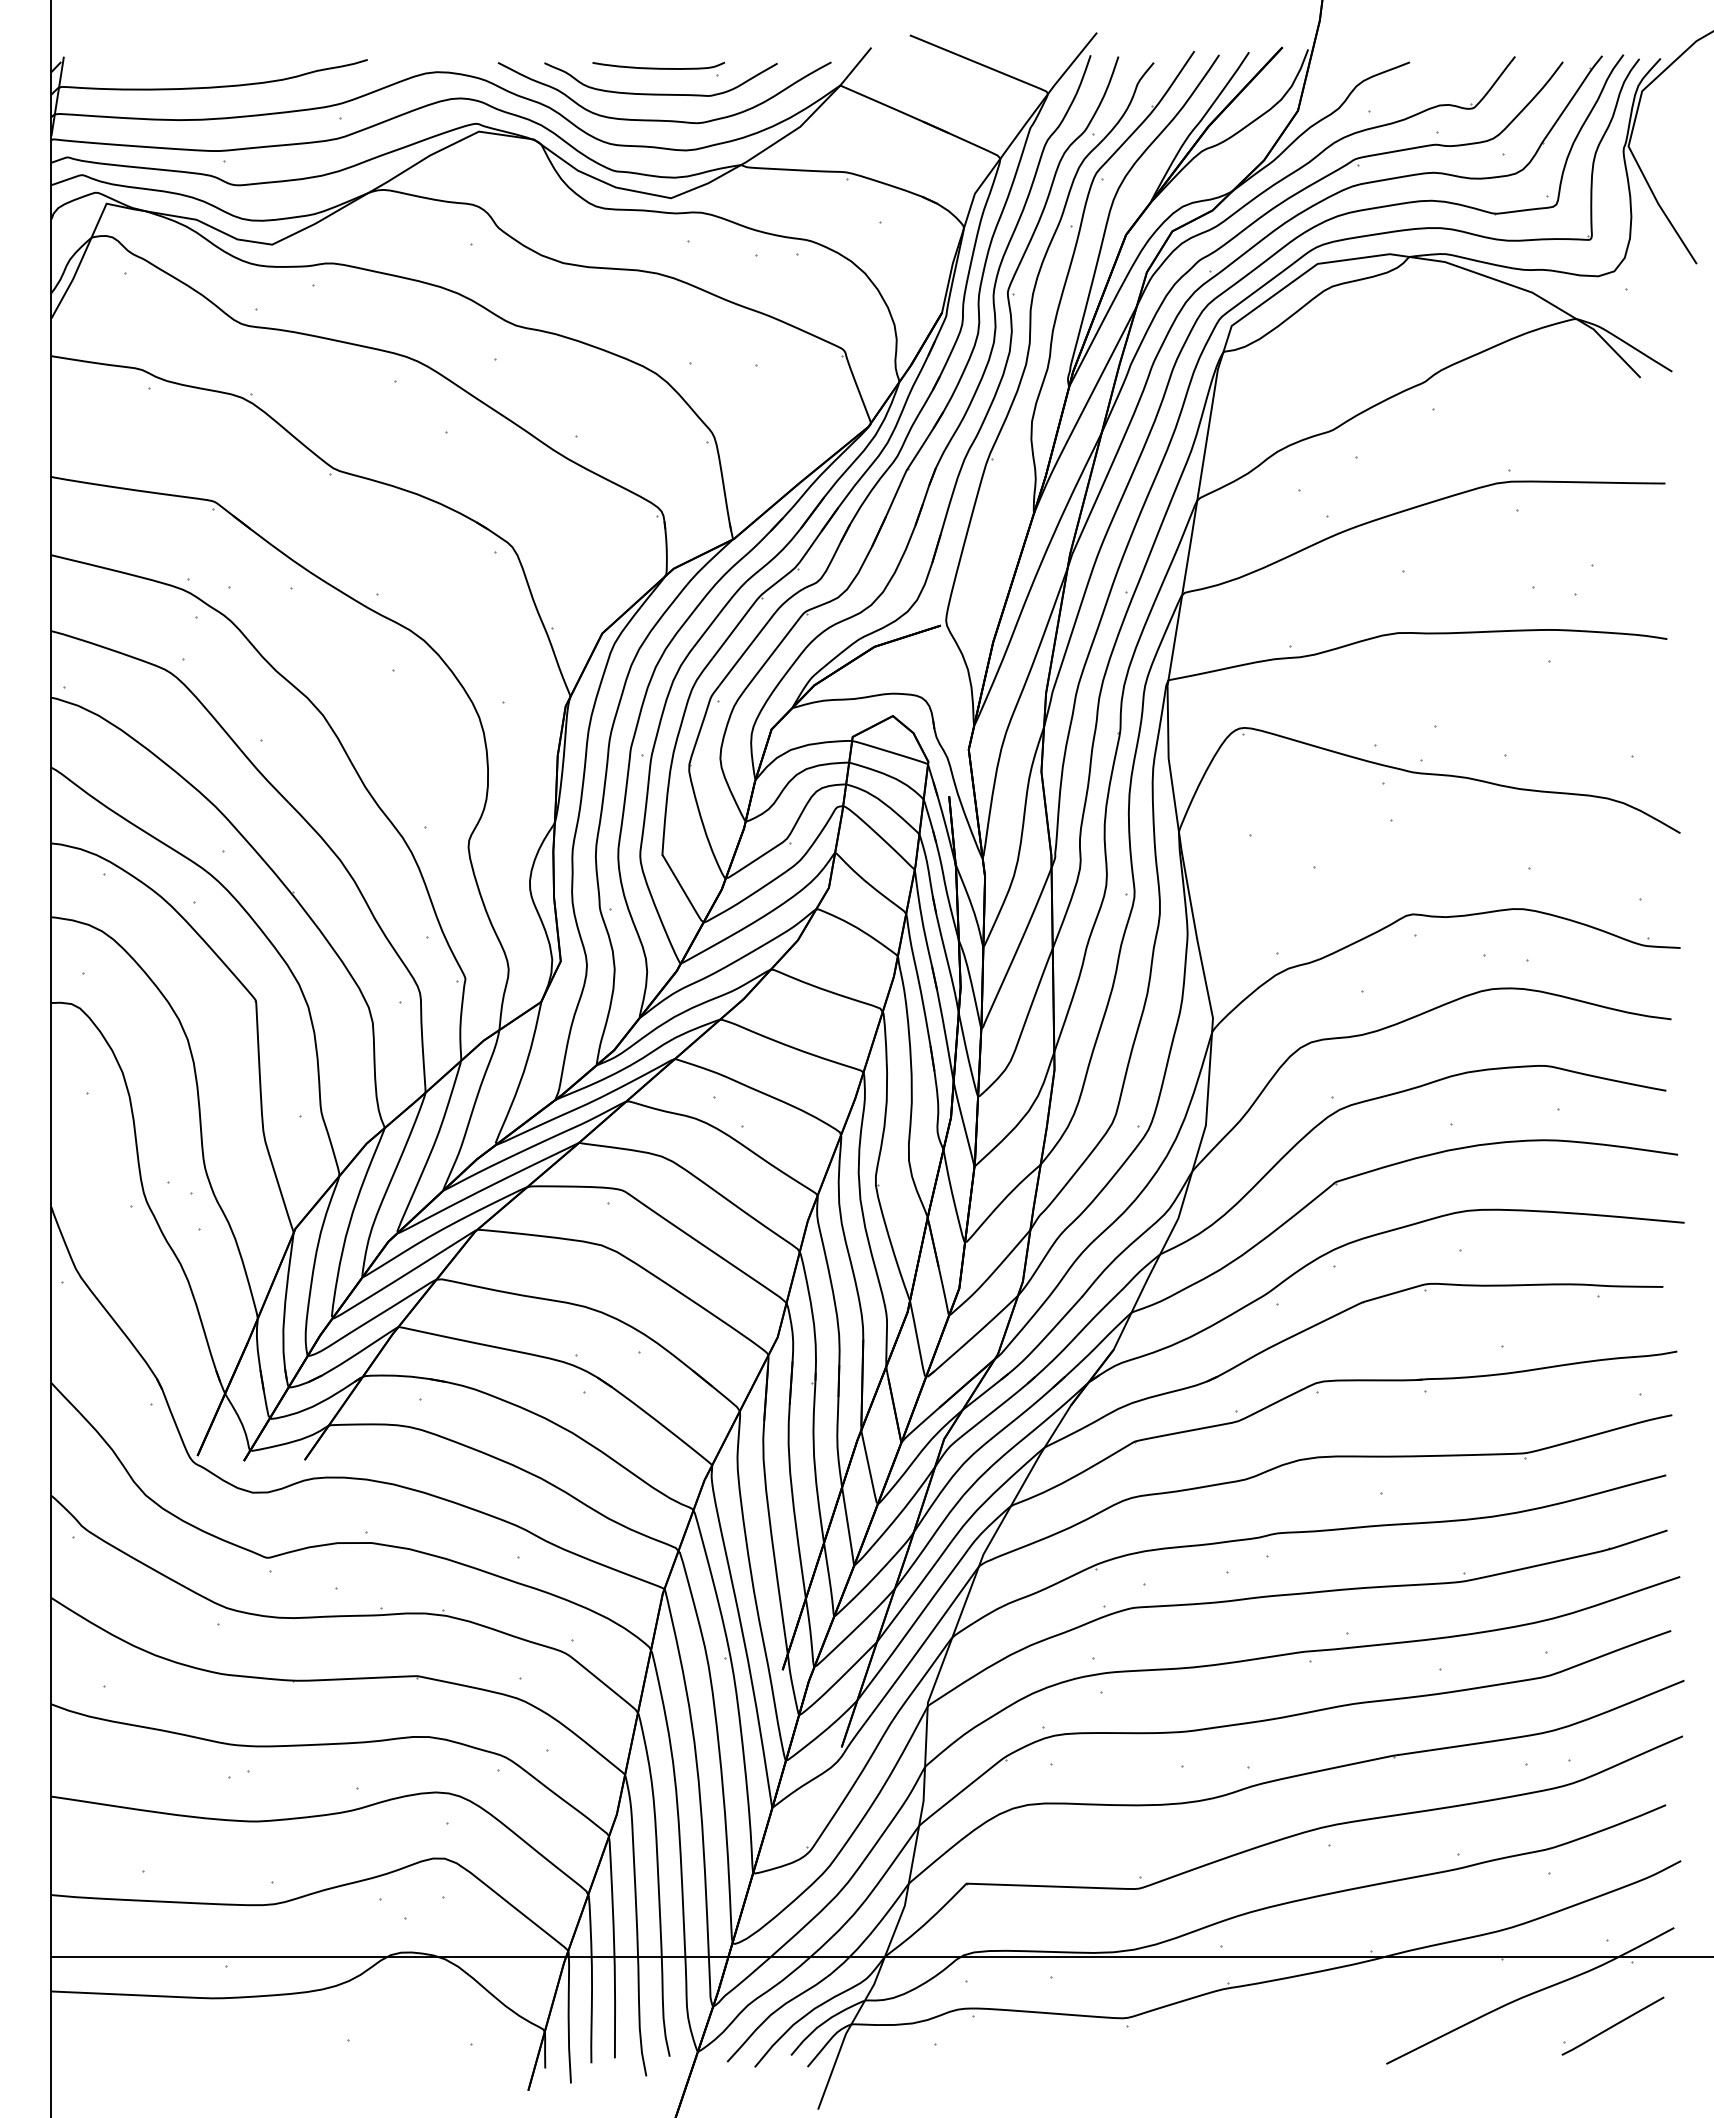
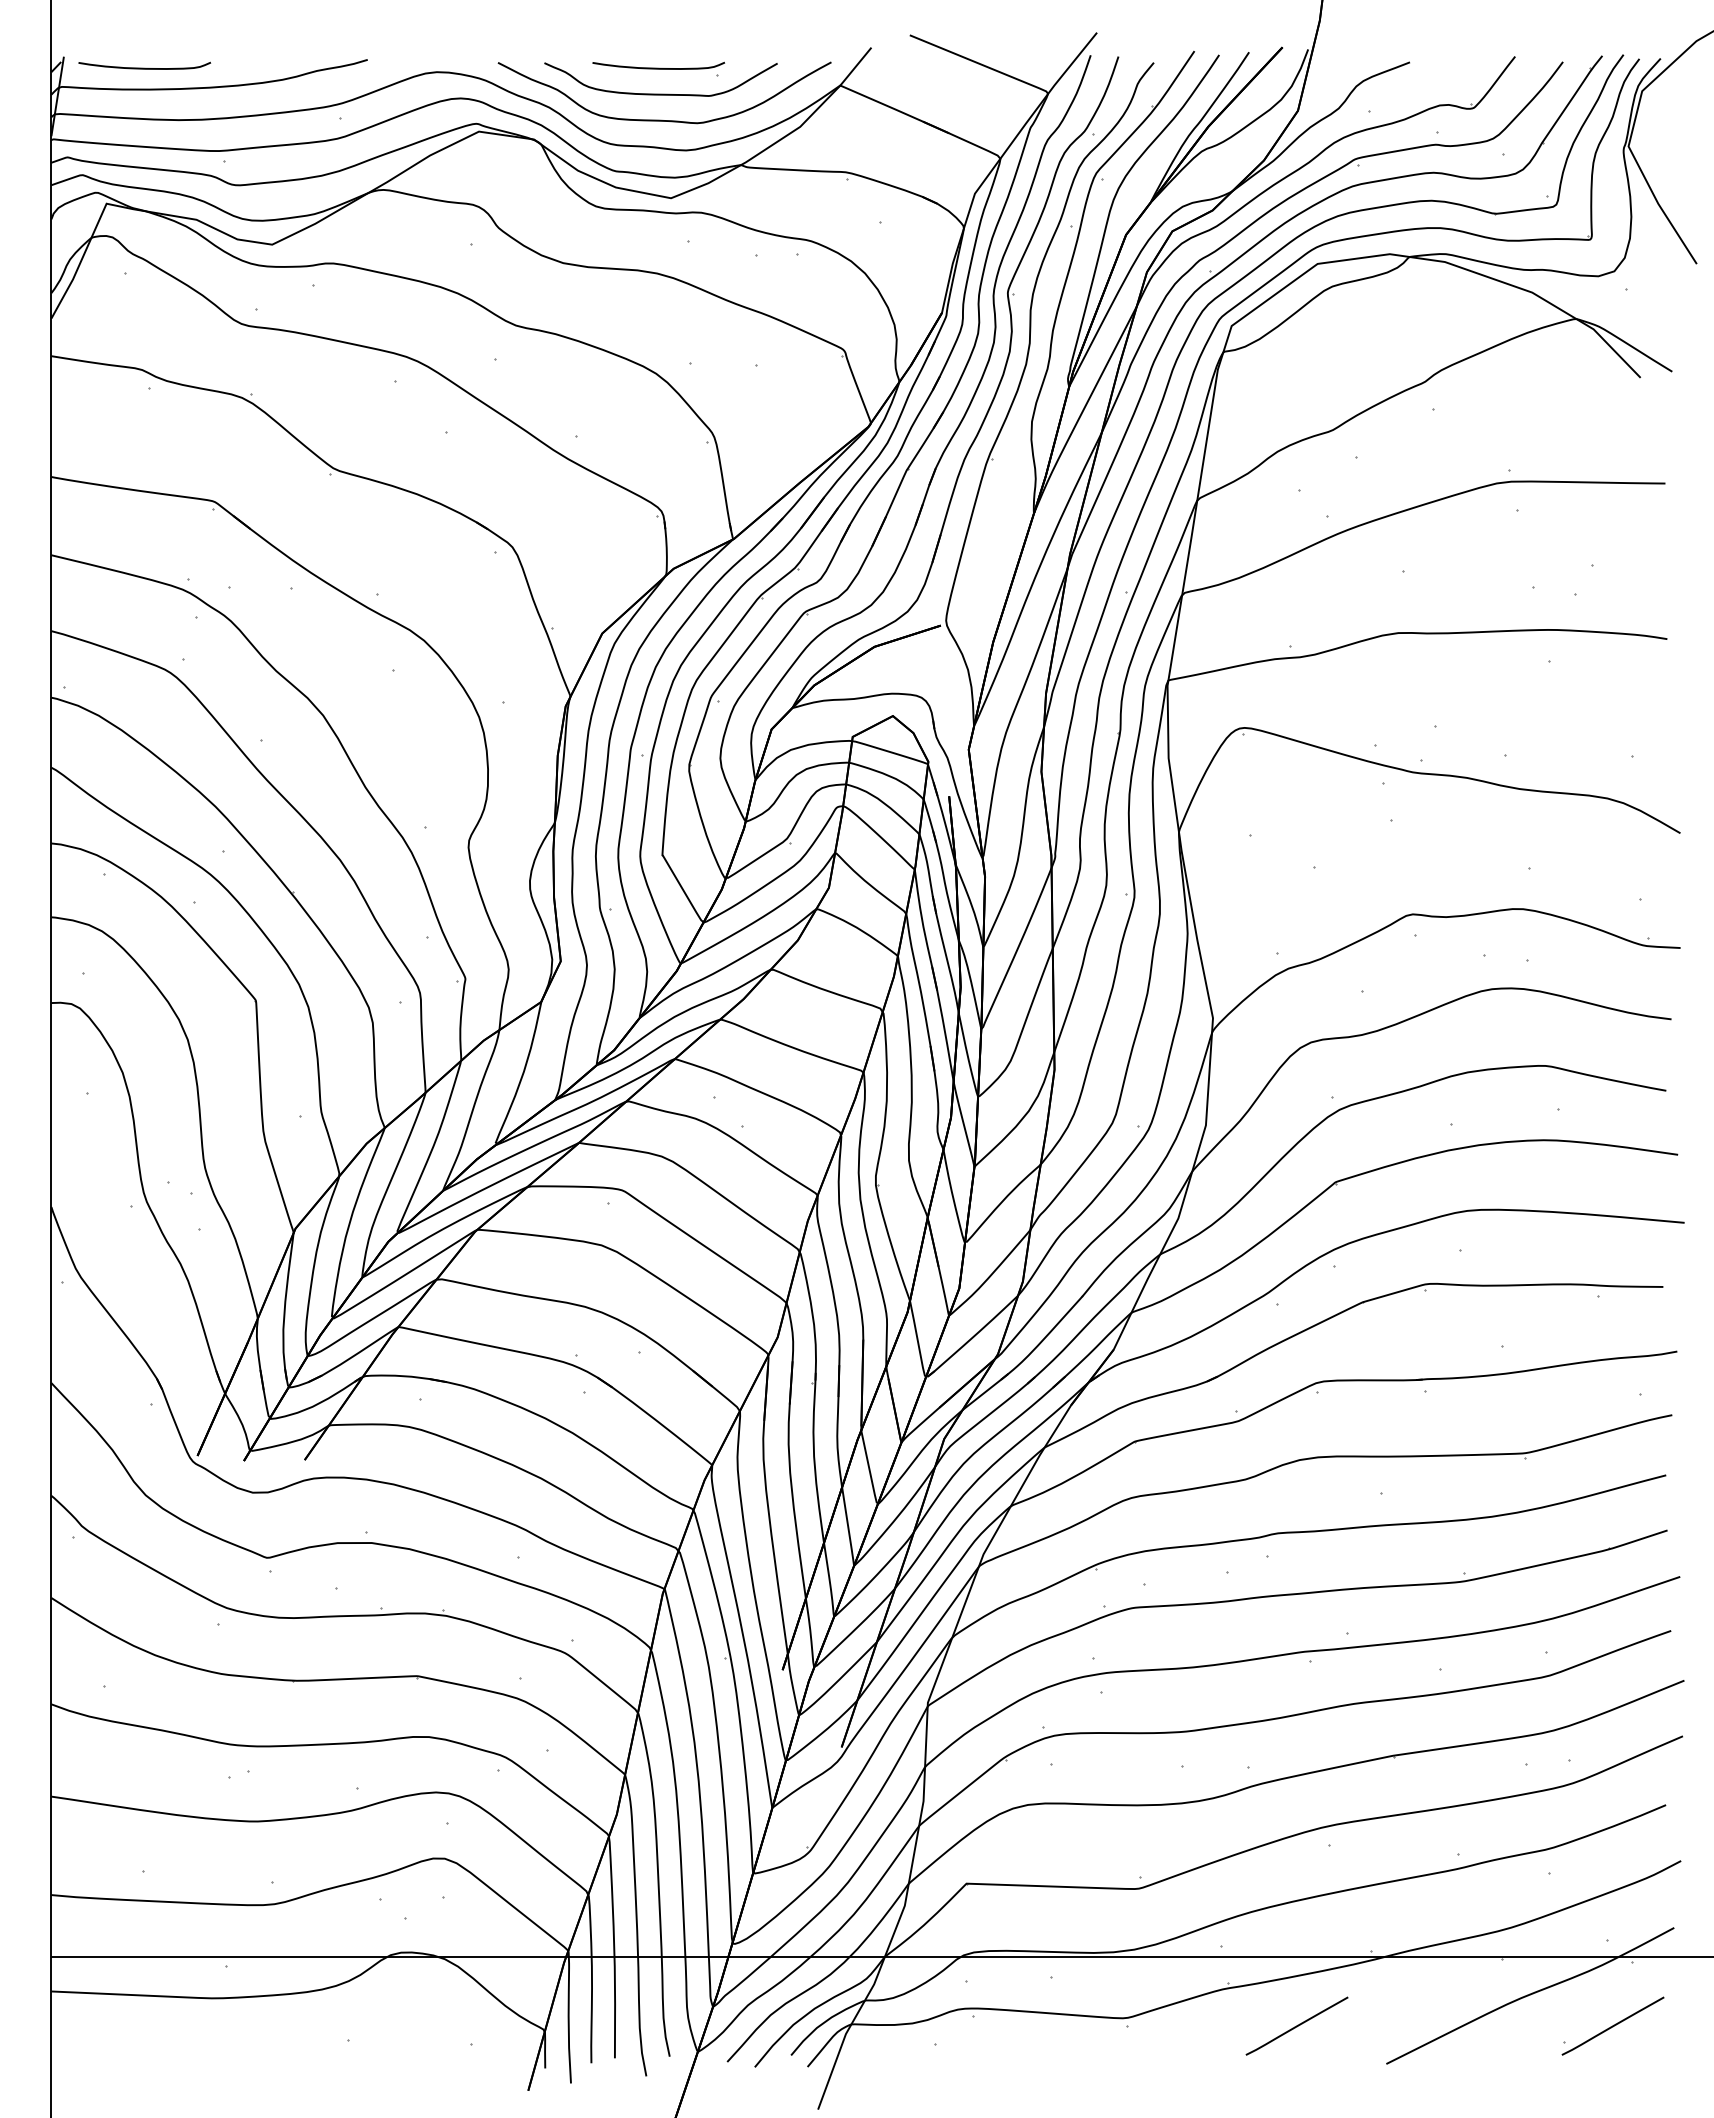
curve at (144, 67): none -> present
line at (1296, 2025): none -> present
